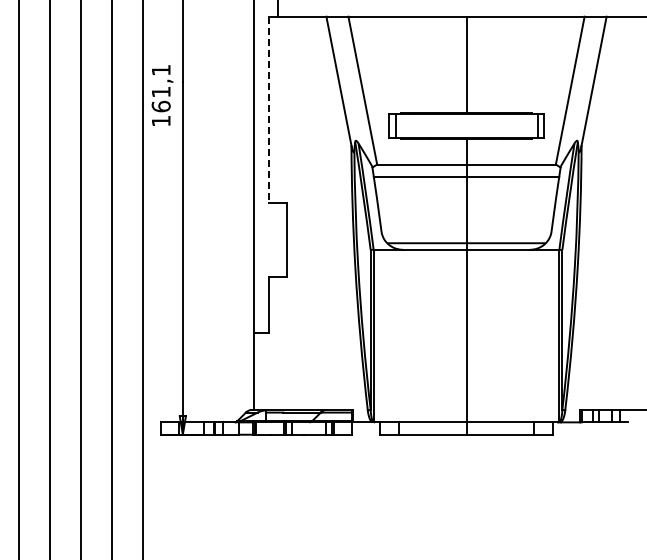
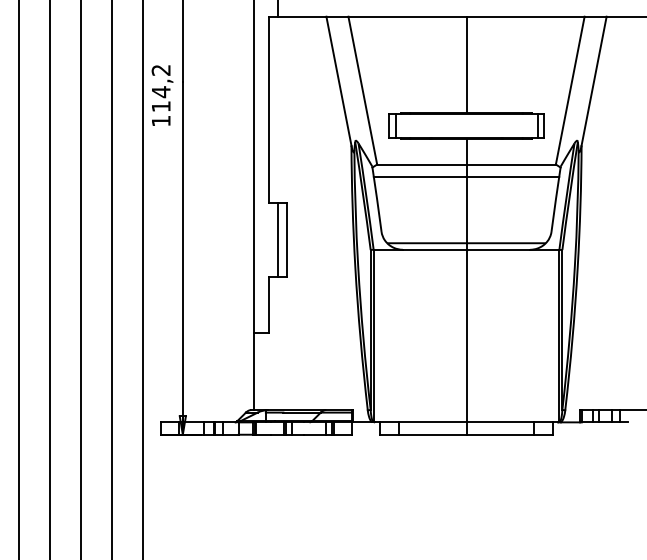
text at (160, 88): 161,1 -> 114,2
line at (268, 110): dashed -> solid
line at (278, 240): none -> present
